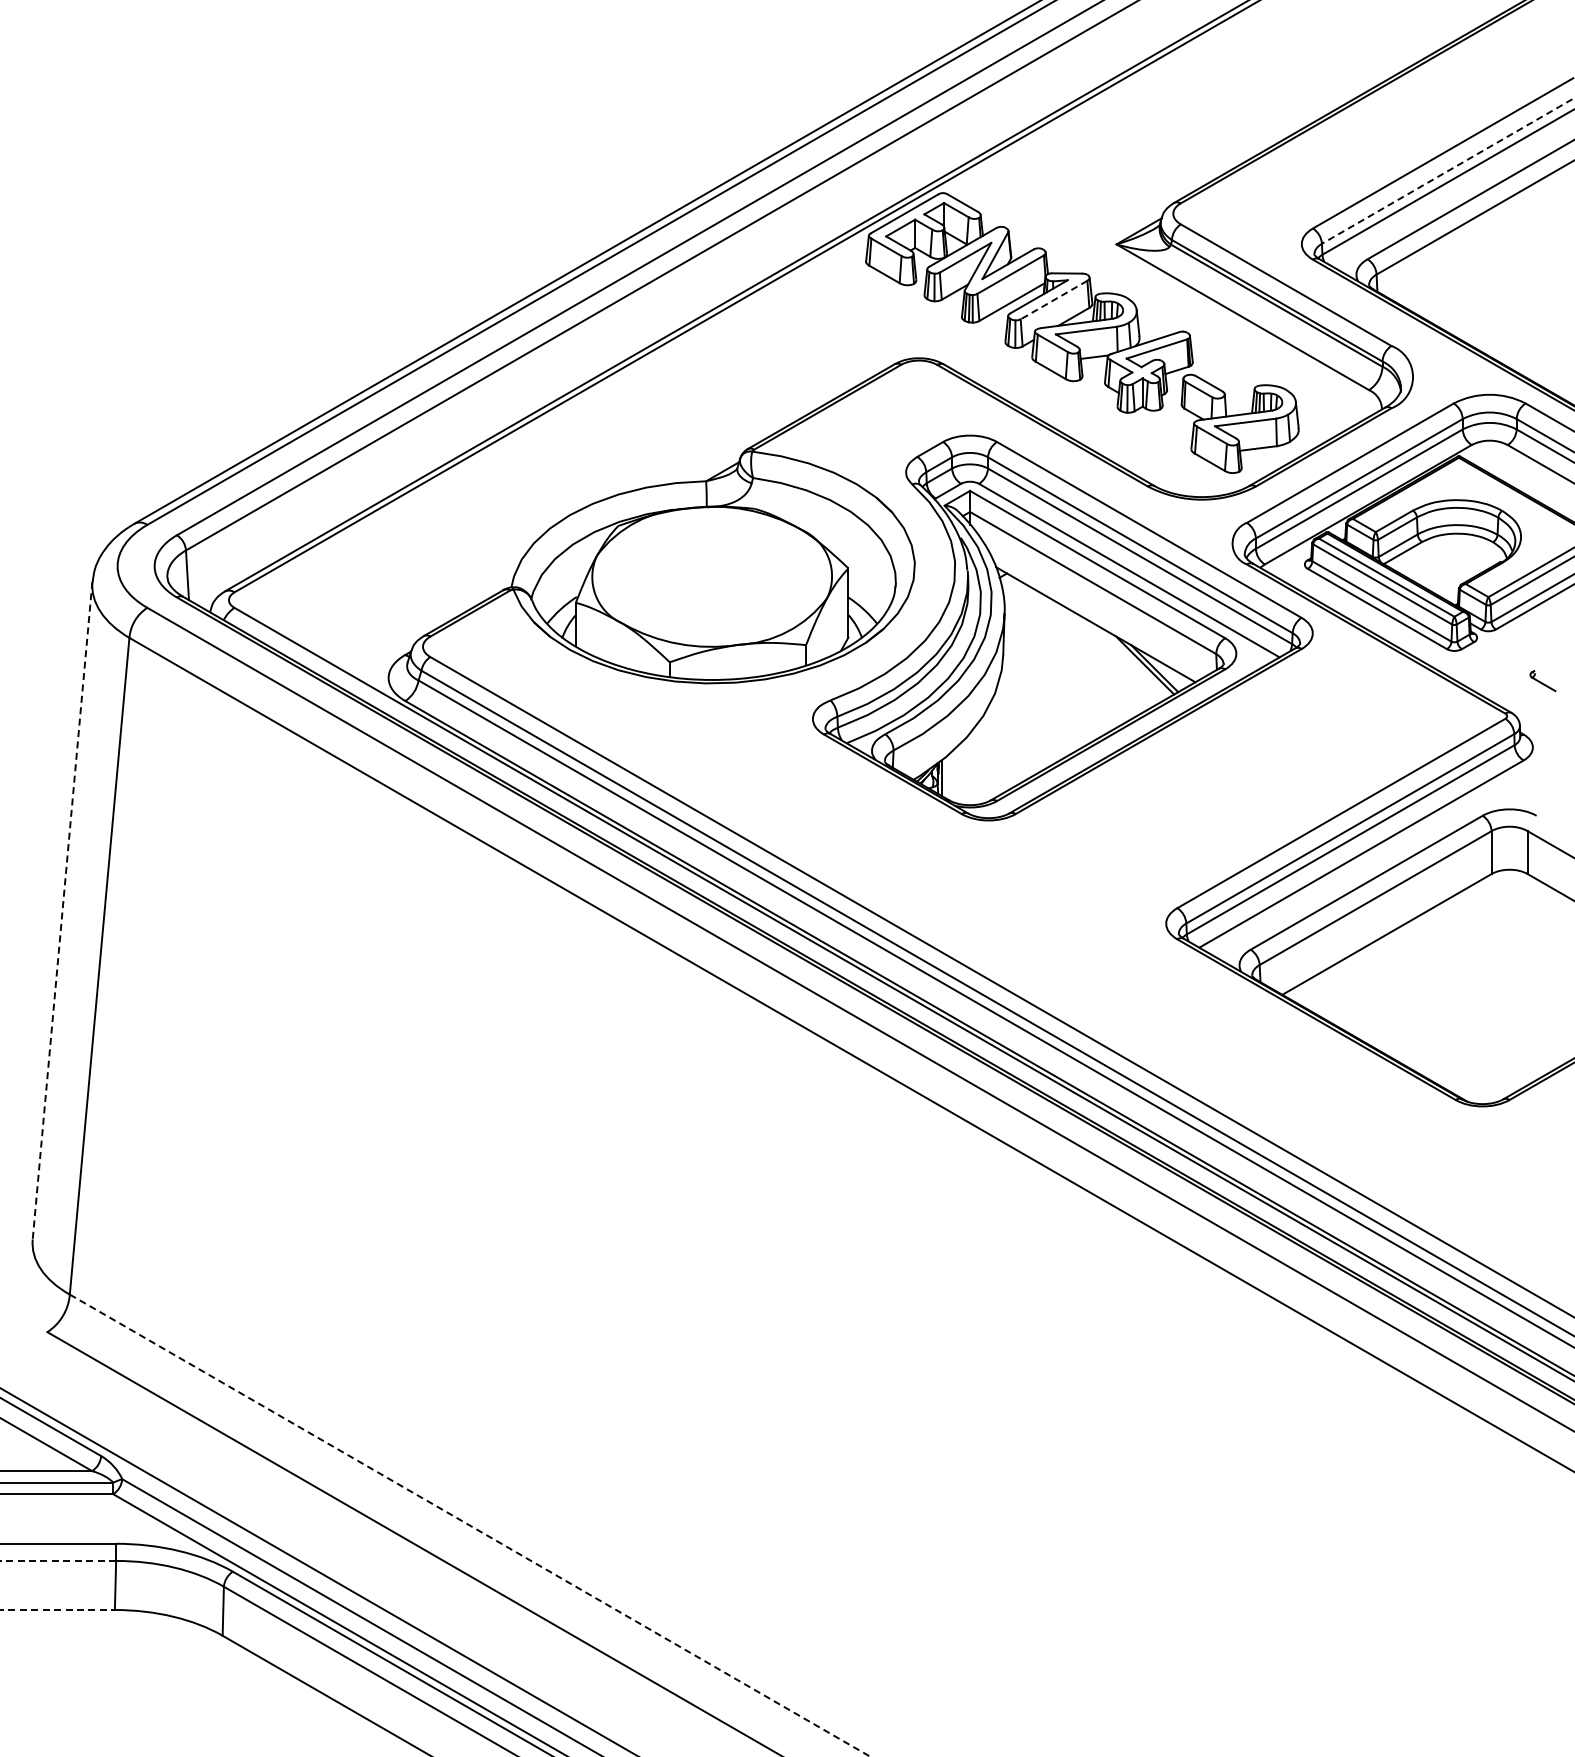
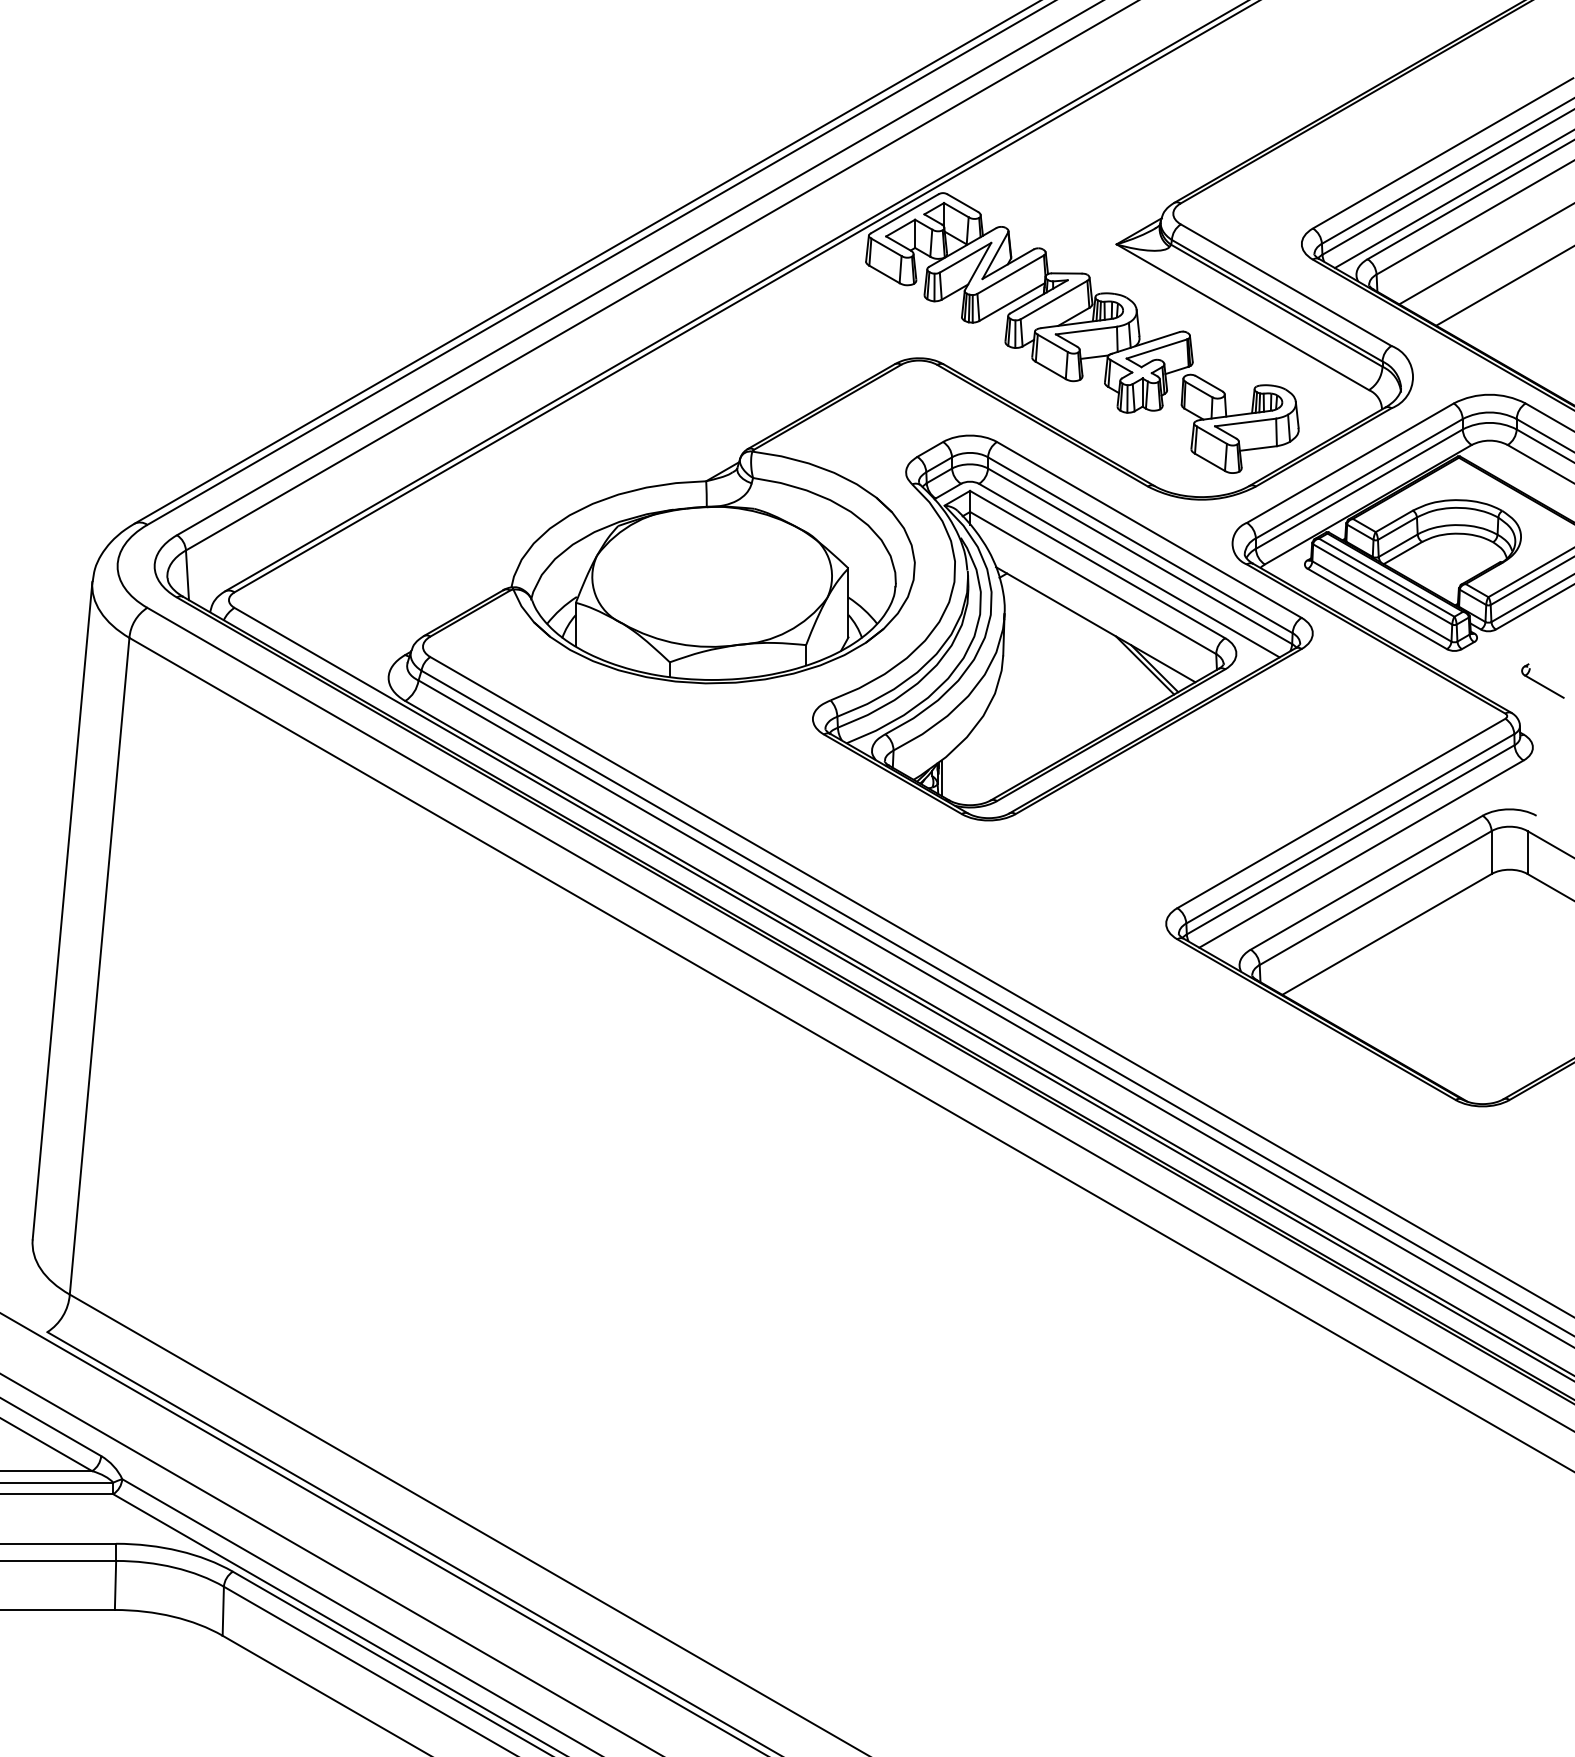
line at (1448, 170): dashed -> solid
line at (1452, 199): none -> present
line at (1485, 254): none -> present
line at (1503, 286): none -> present
line at (1054, 300): dashed -> solid
part at (1542, 681) size: 28x23 px -> 44x36 px
line at (62, 911): dashed -> solid
line at (470, 1526): dashed -> solid
line at (382, 1533): none -> present
line at (58, 1560): dashed -> solid
line at (317, 1571) position: (317, 1571) -> (330, 1563)
line at (58, 1609): dashed -> solid
